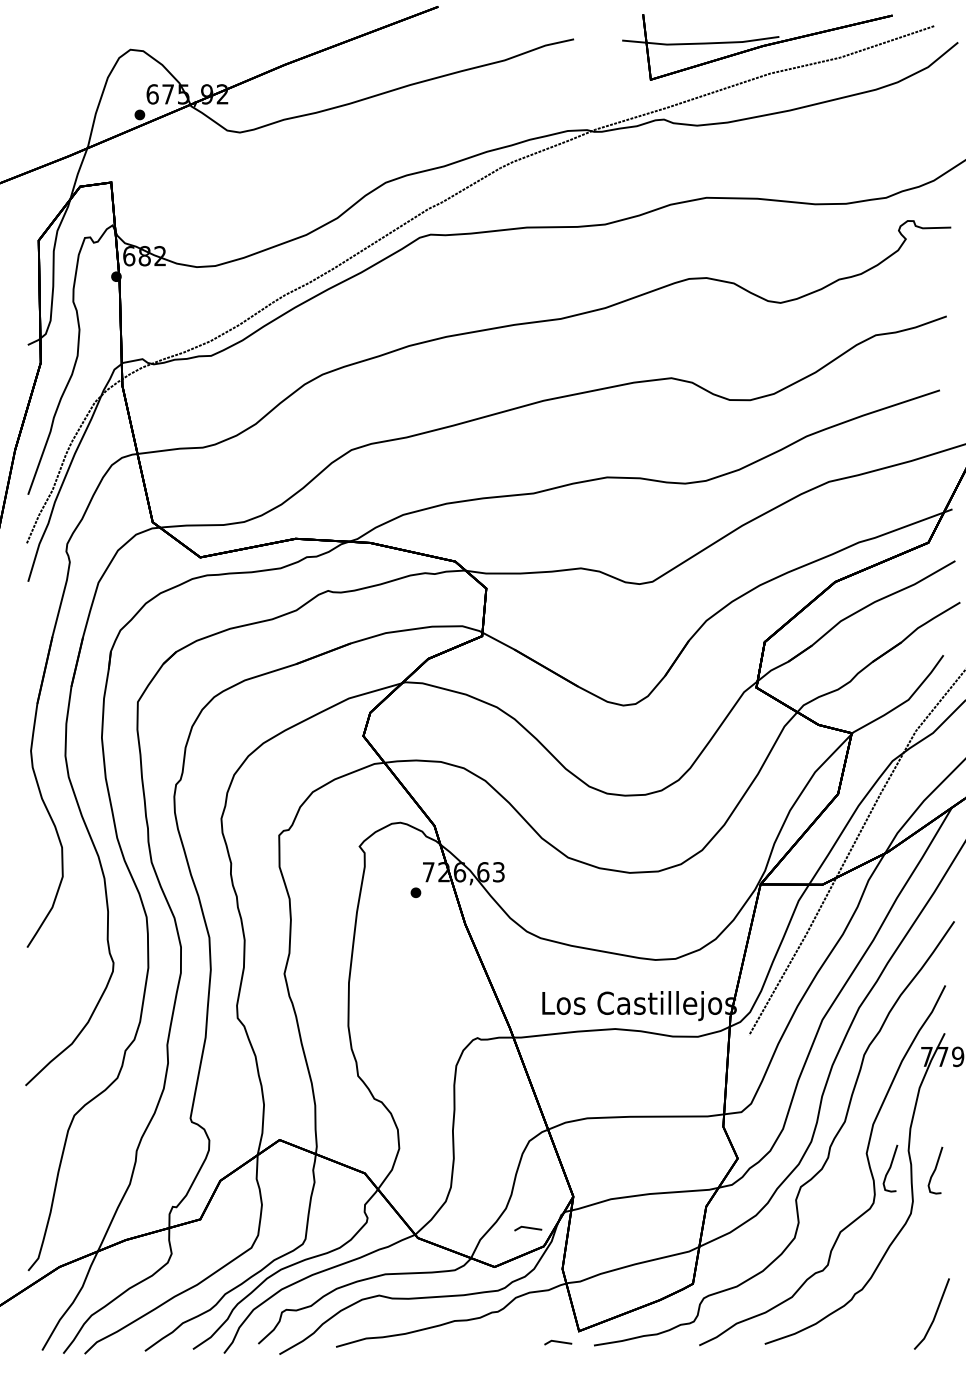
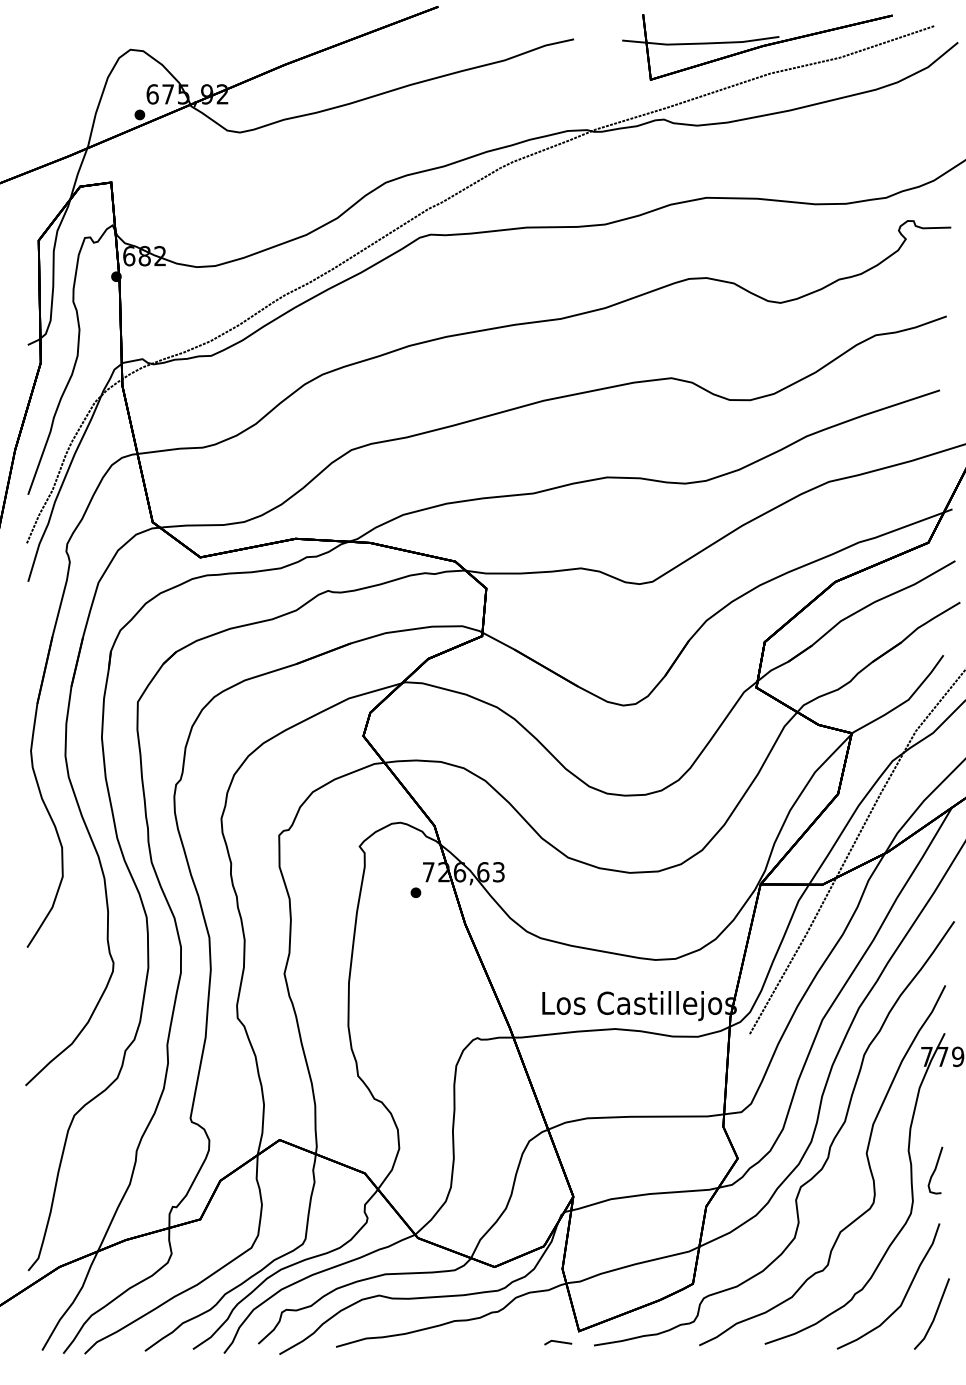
curve at (890, 1168): present -> none
line at (528, 1228): present -> none
curve at (904, 1295): none -> present
